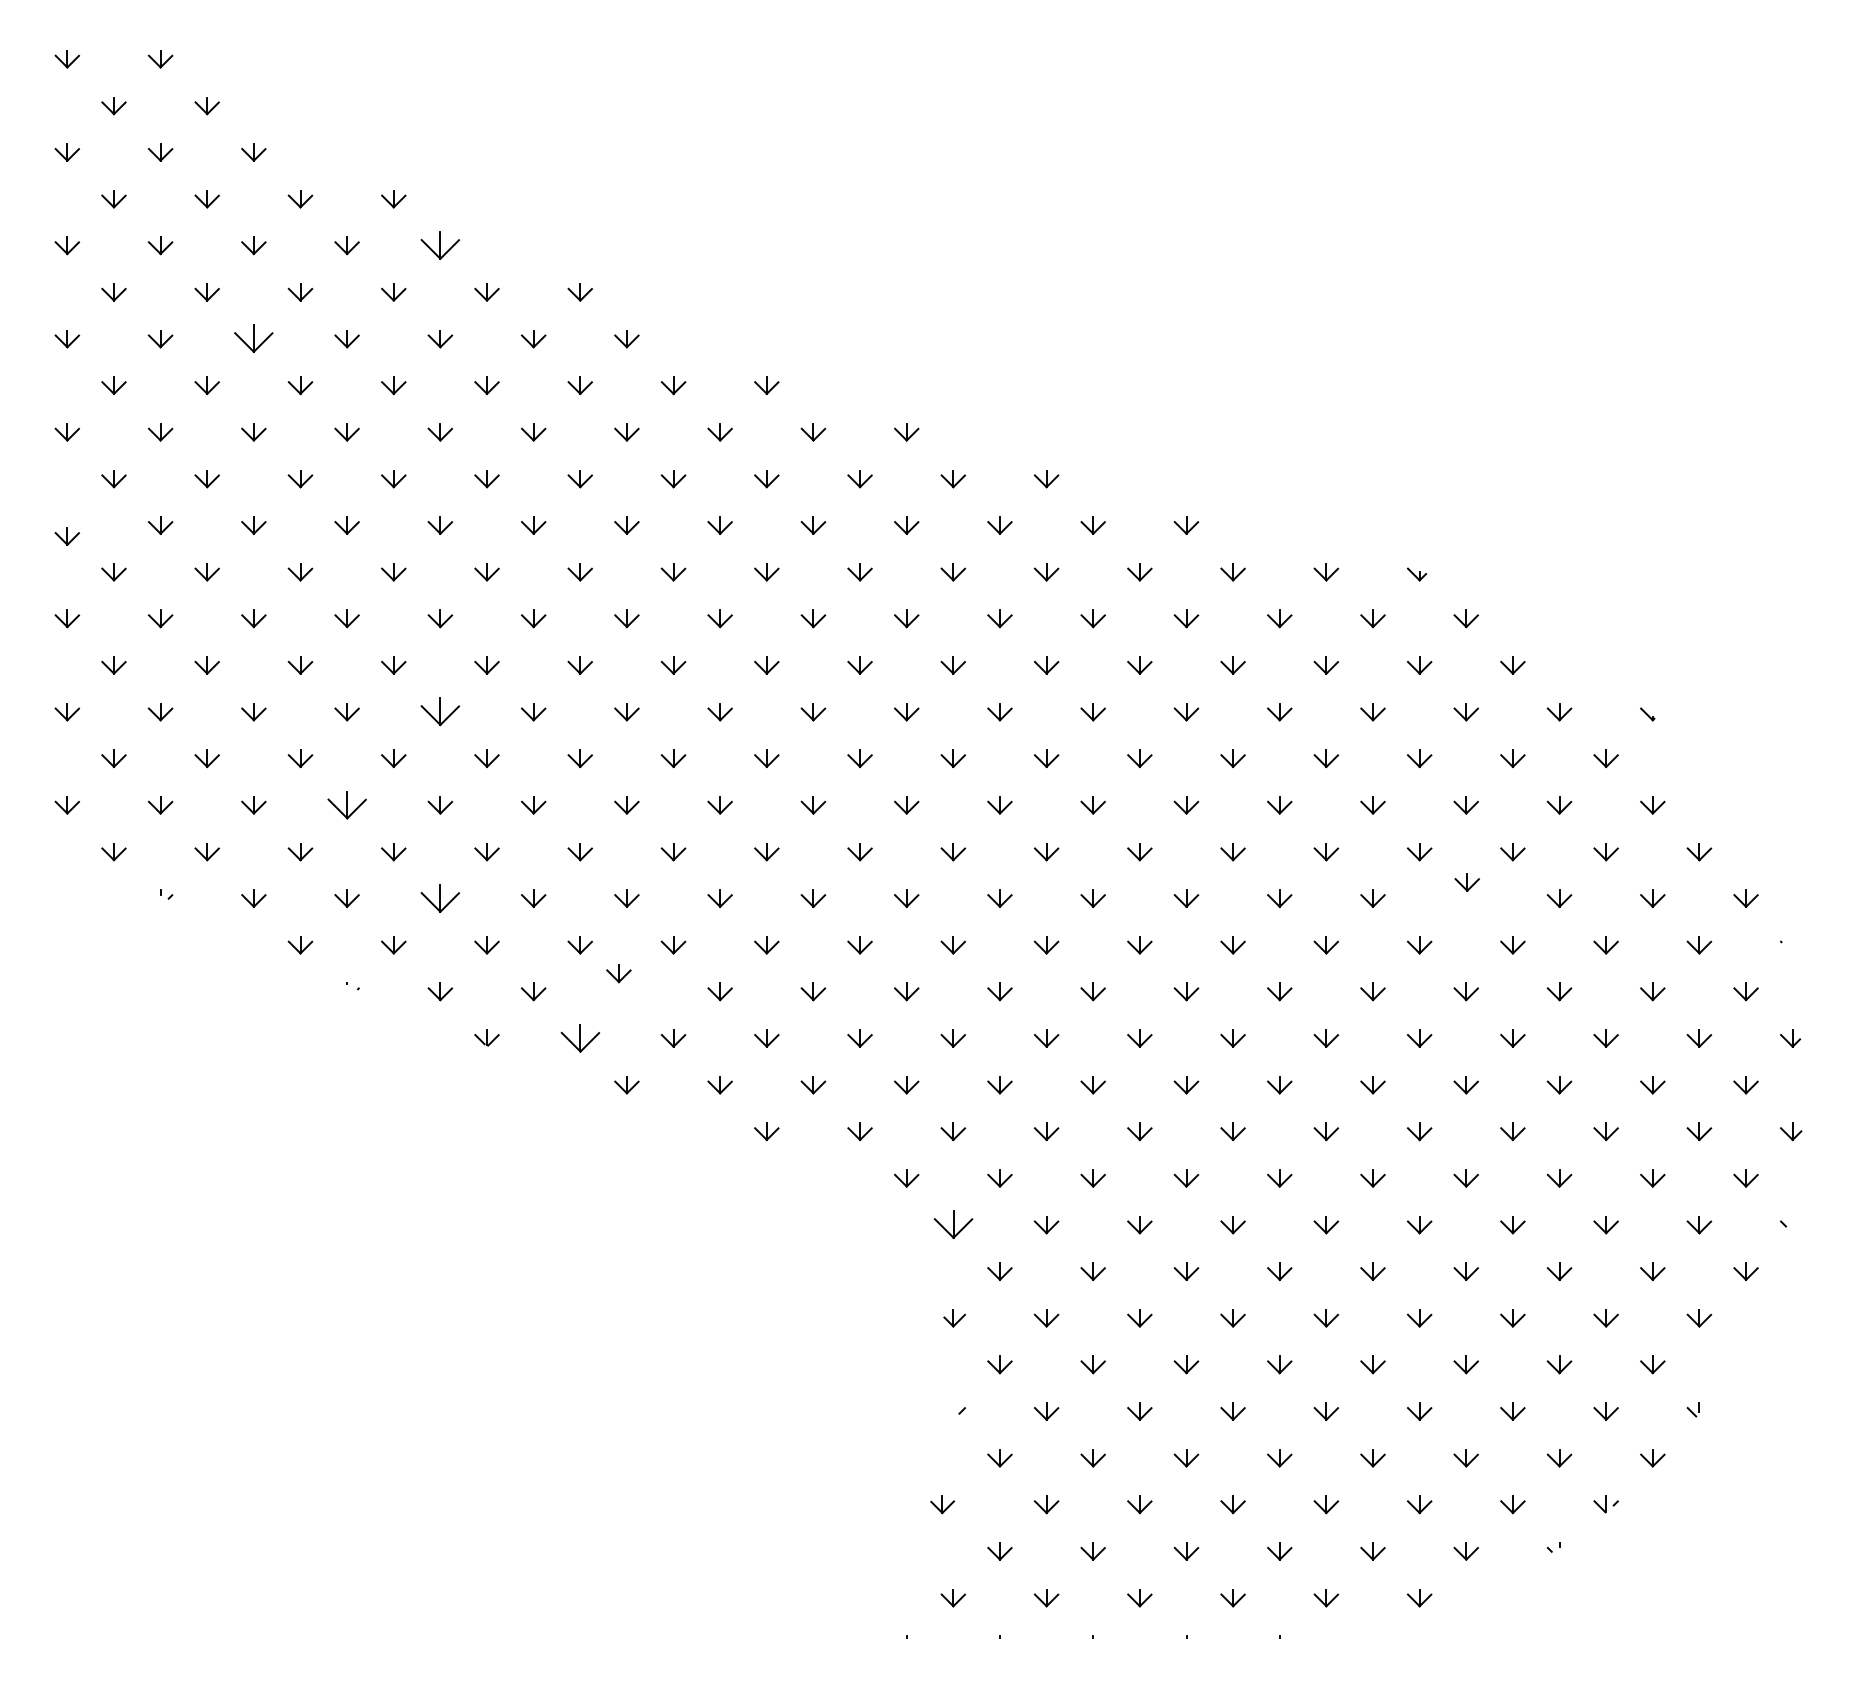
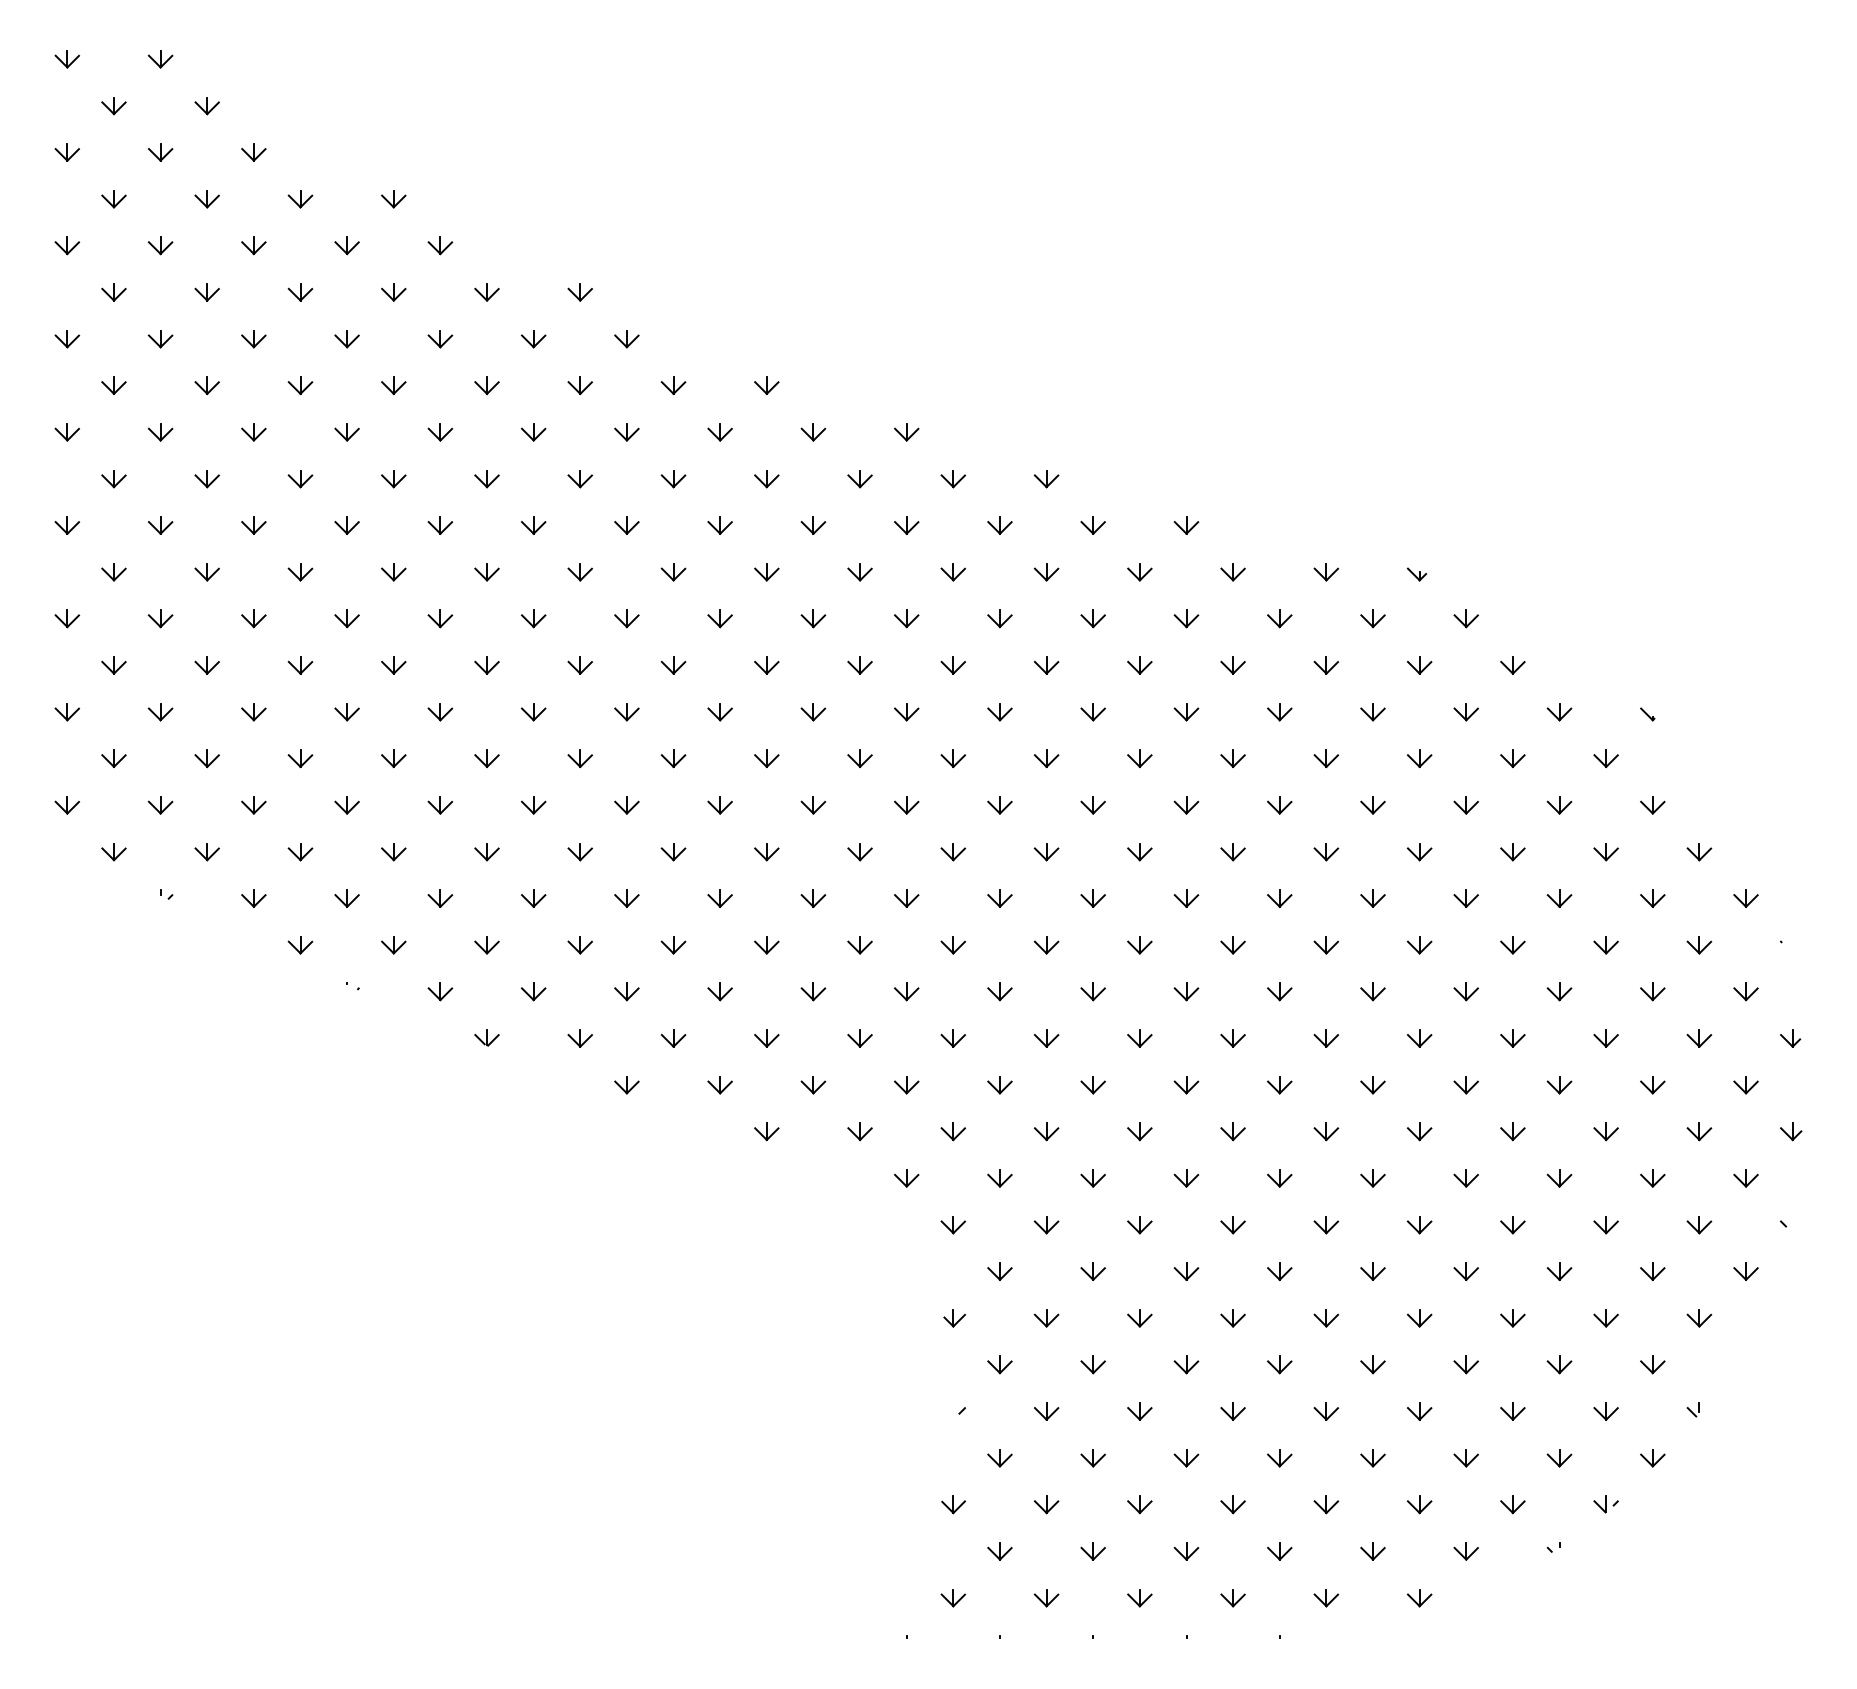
part at (439, 245) size: 40x29 px -> 27x20 px
part at (253, 338) size: 40x30 px -> 26x19 px
part at (66, 536) position: (66, 536) -> (66, 525)
part at (440, 711) size: 41x30 px -> 27x19 px
part at (346, 805) size: 40x29 px -> 26x19 px
part at (1466, 882) position: (1466, 882) -> (1465, 898)
part at (440, 898) size: 41x29 px -> 27x19 px
part at (618, 973) position: (618, 973) -> (626, 991)
part at (580, 1038) size: 41x29 px -> 26x19 px
part at (953, 1224) size: 41x29 px -> 26x19 px
part at (942, 1504) position: (942, 1504) -> (953, 1504)
